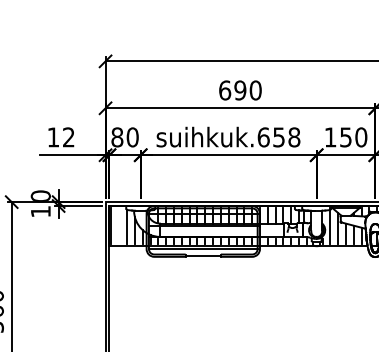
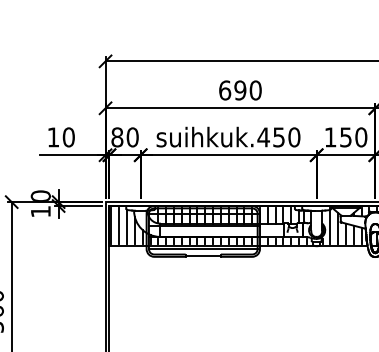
text at (68, 137): 12 -> 10
text at (278, 137): suihkuk.658 -> suihkuk.450
line at (119, 225): none -> present
